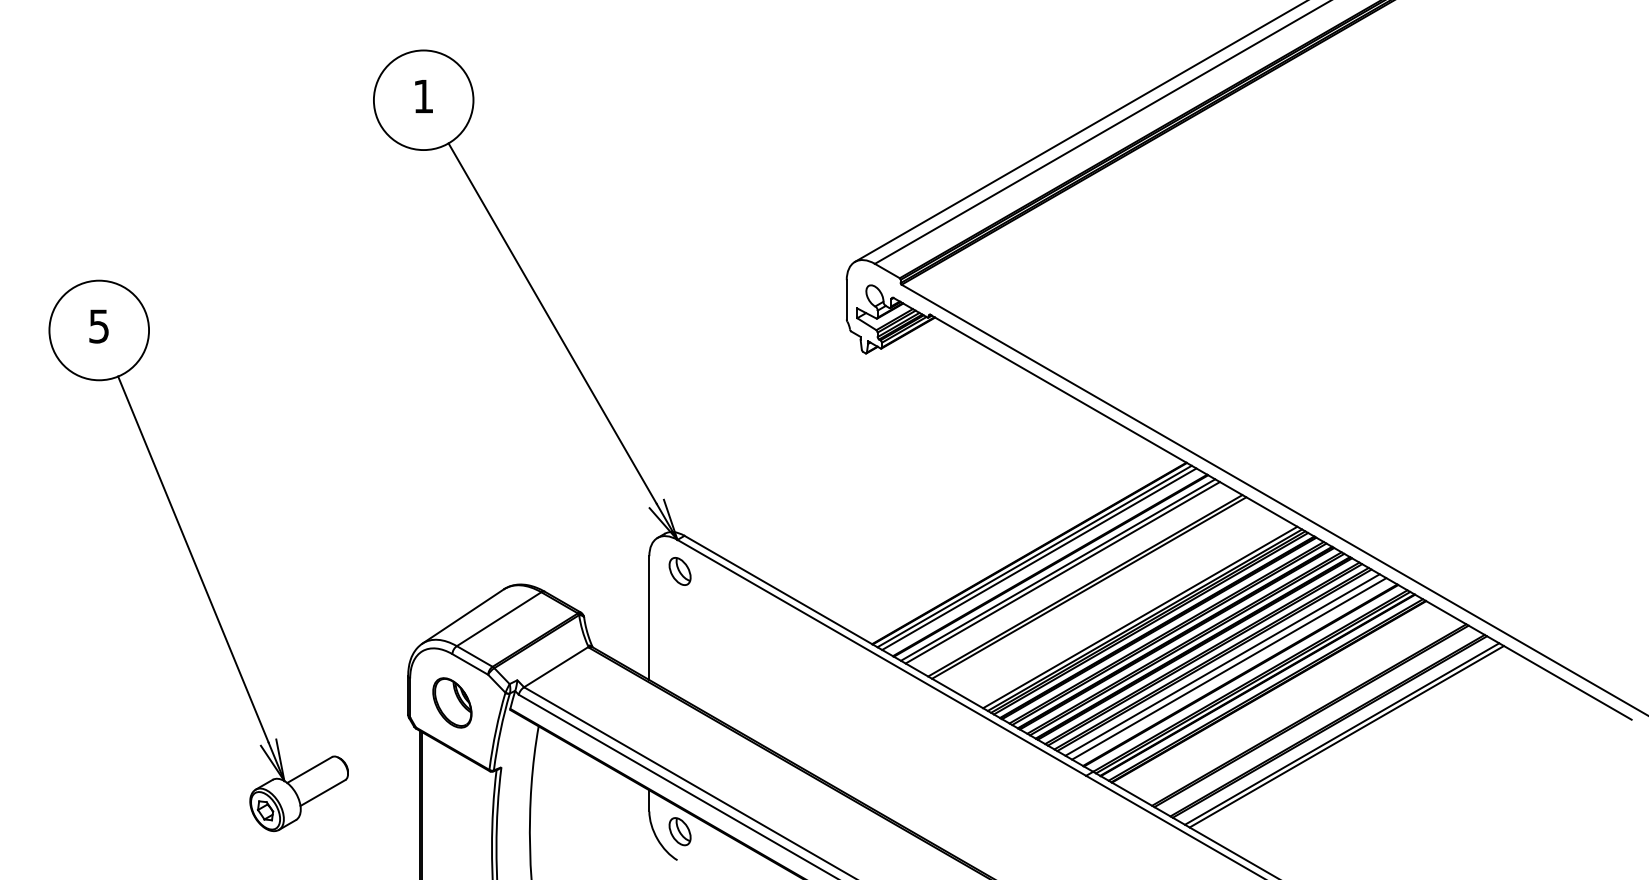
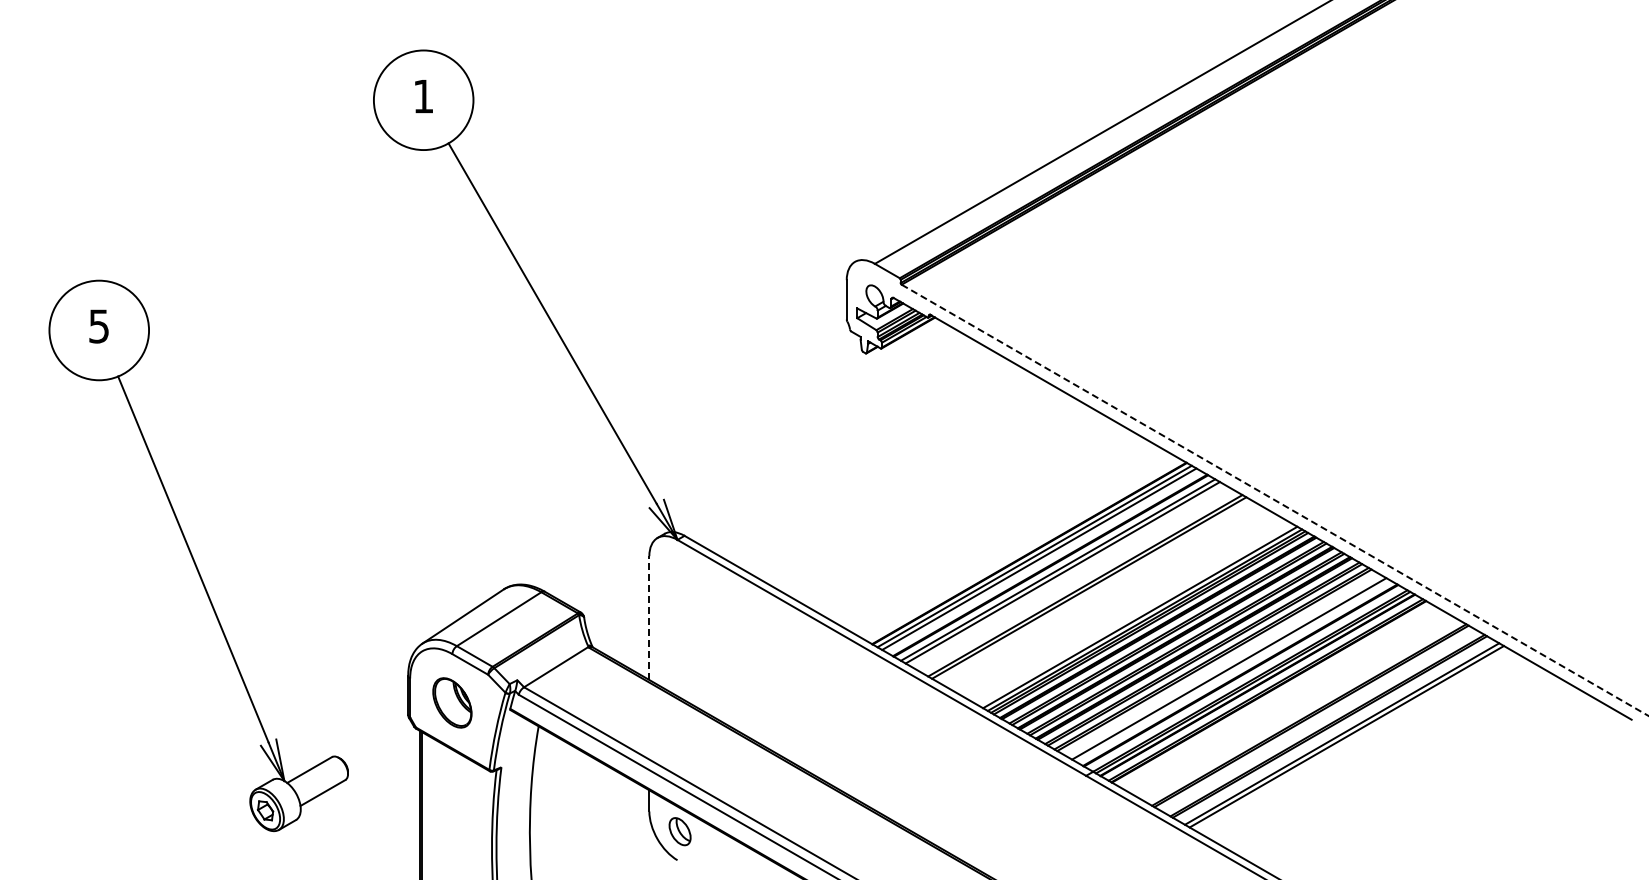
line at (1079, 131): present -> none
line at (1274, 500): solid -> dashed
part at (679, 571): present -> none
line at (649, 618): solid -> dashed
line at (1222, 664): present -> none
